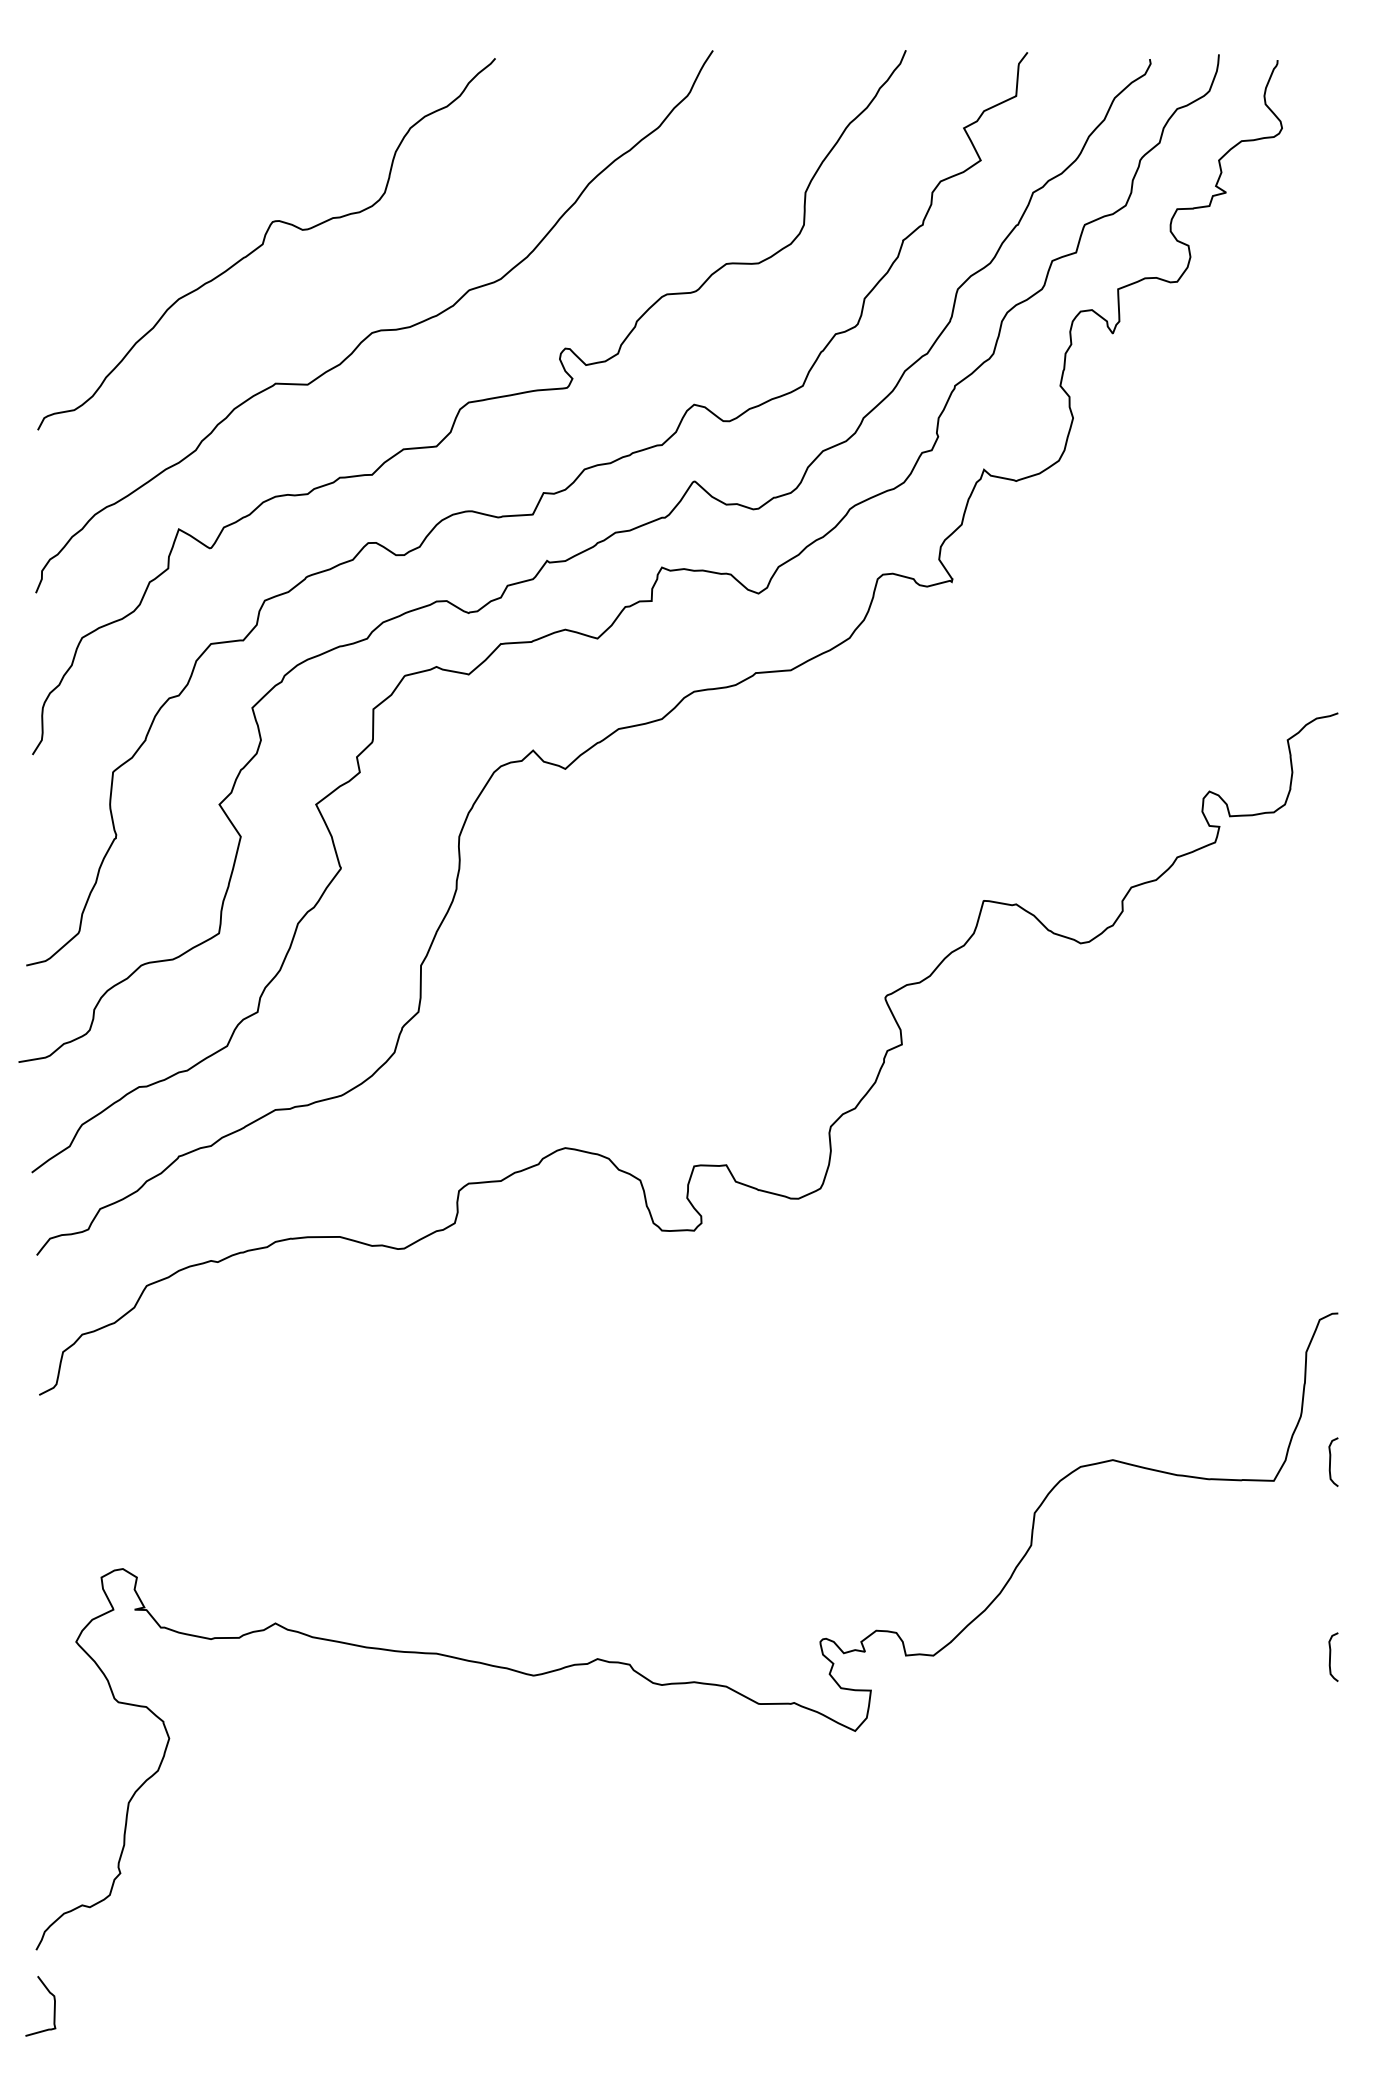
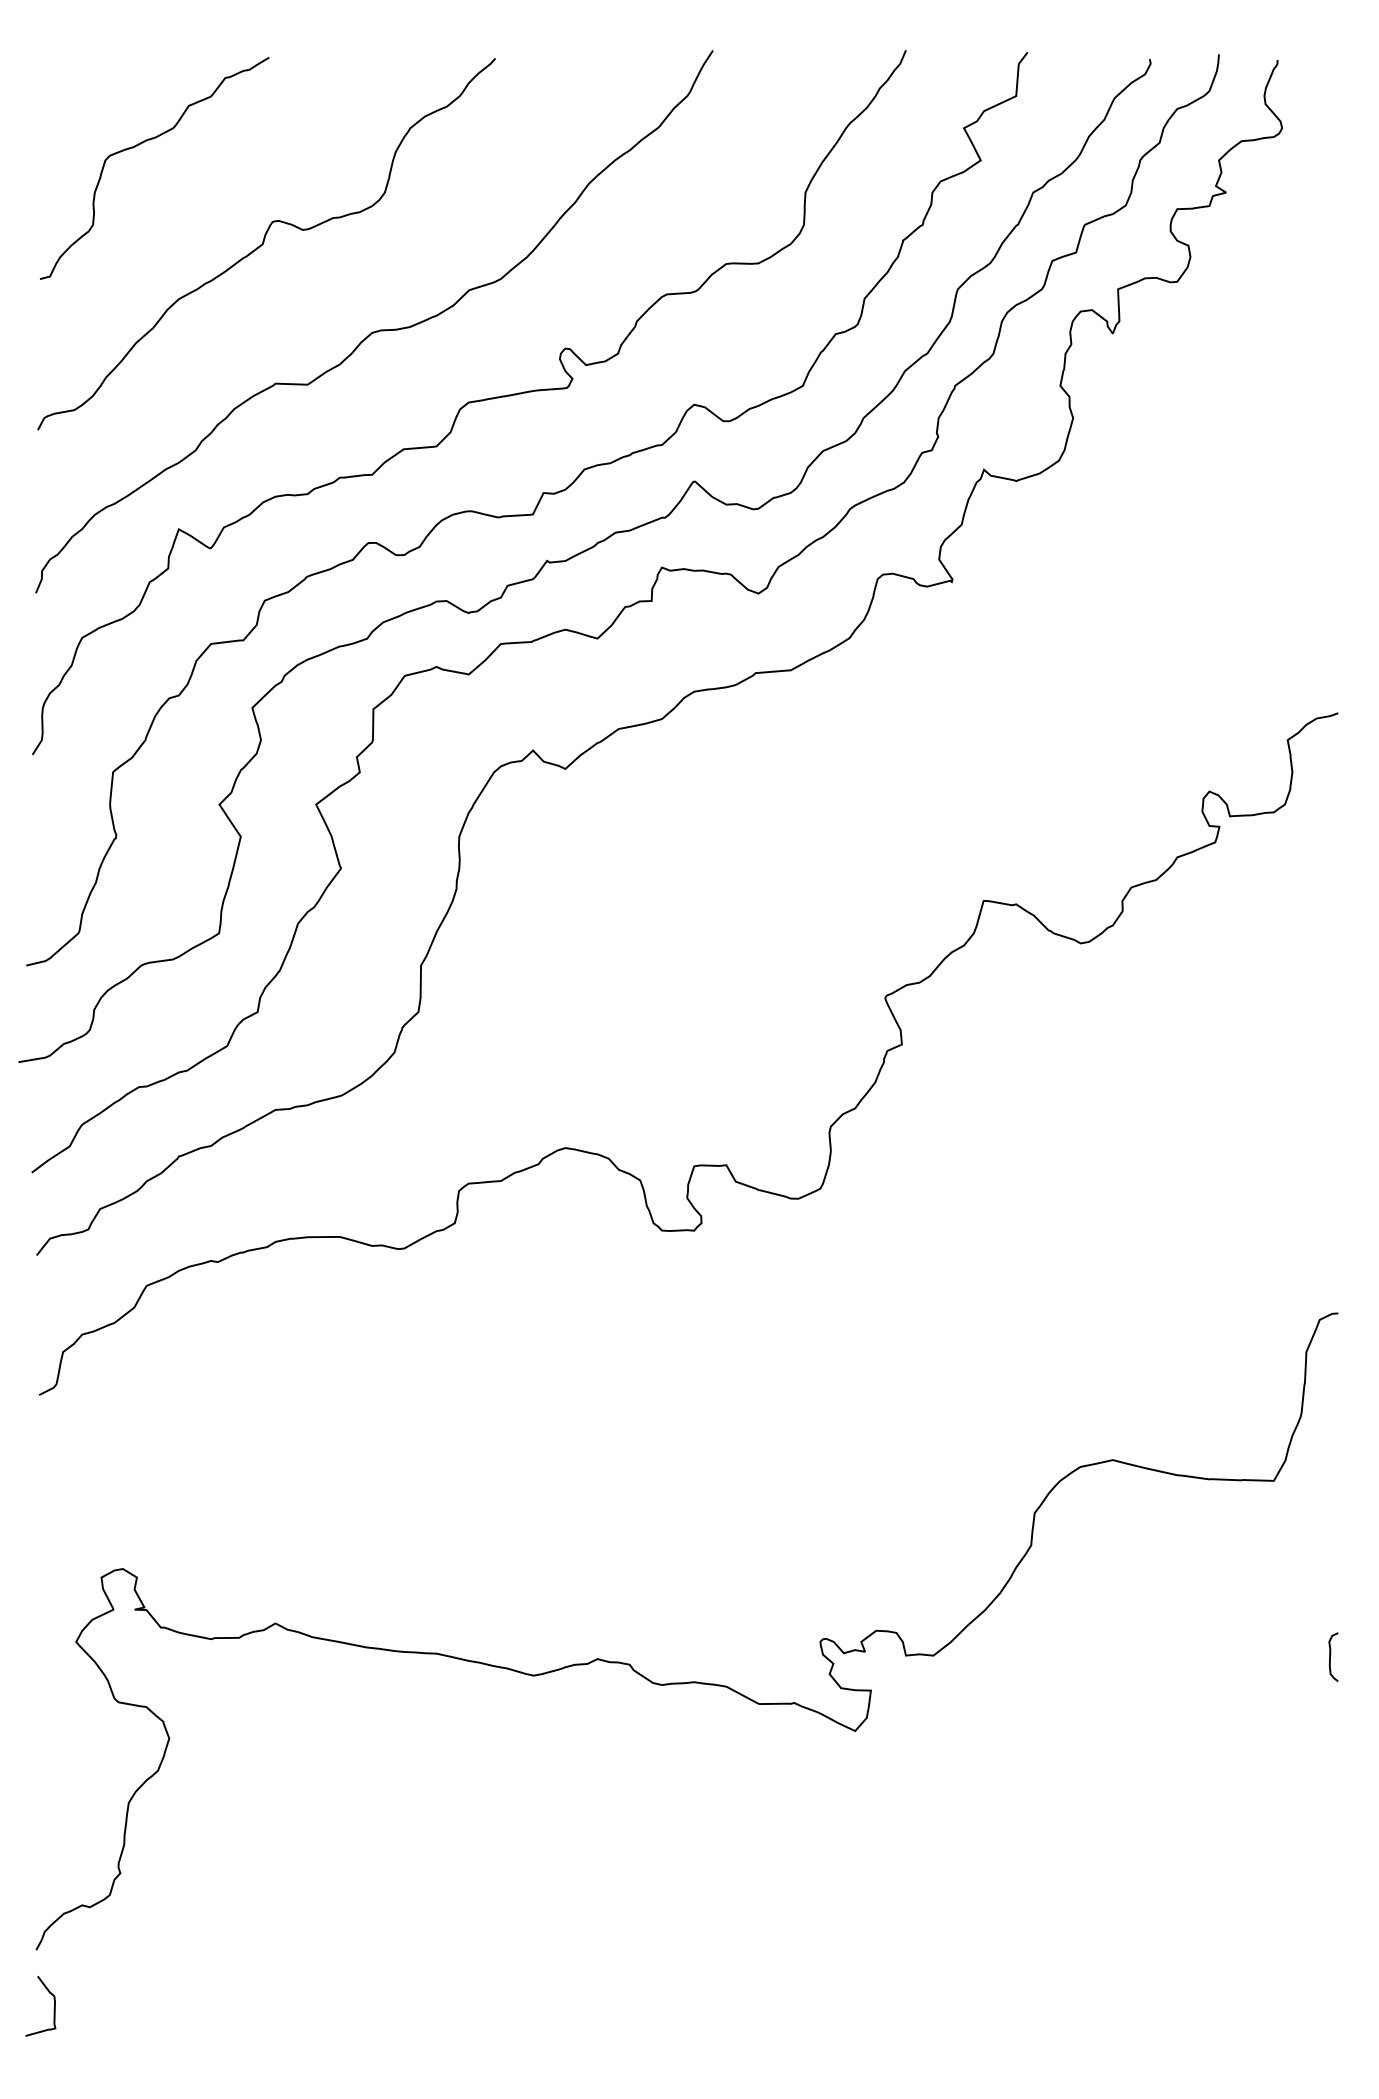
curve at (141, 144): none -> present
curve at (1331, 1459): present -> none
